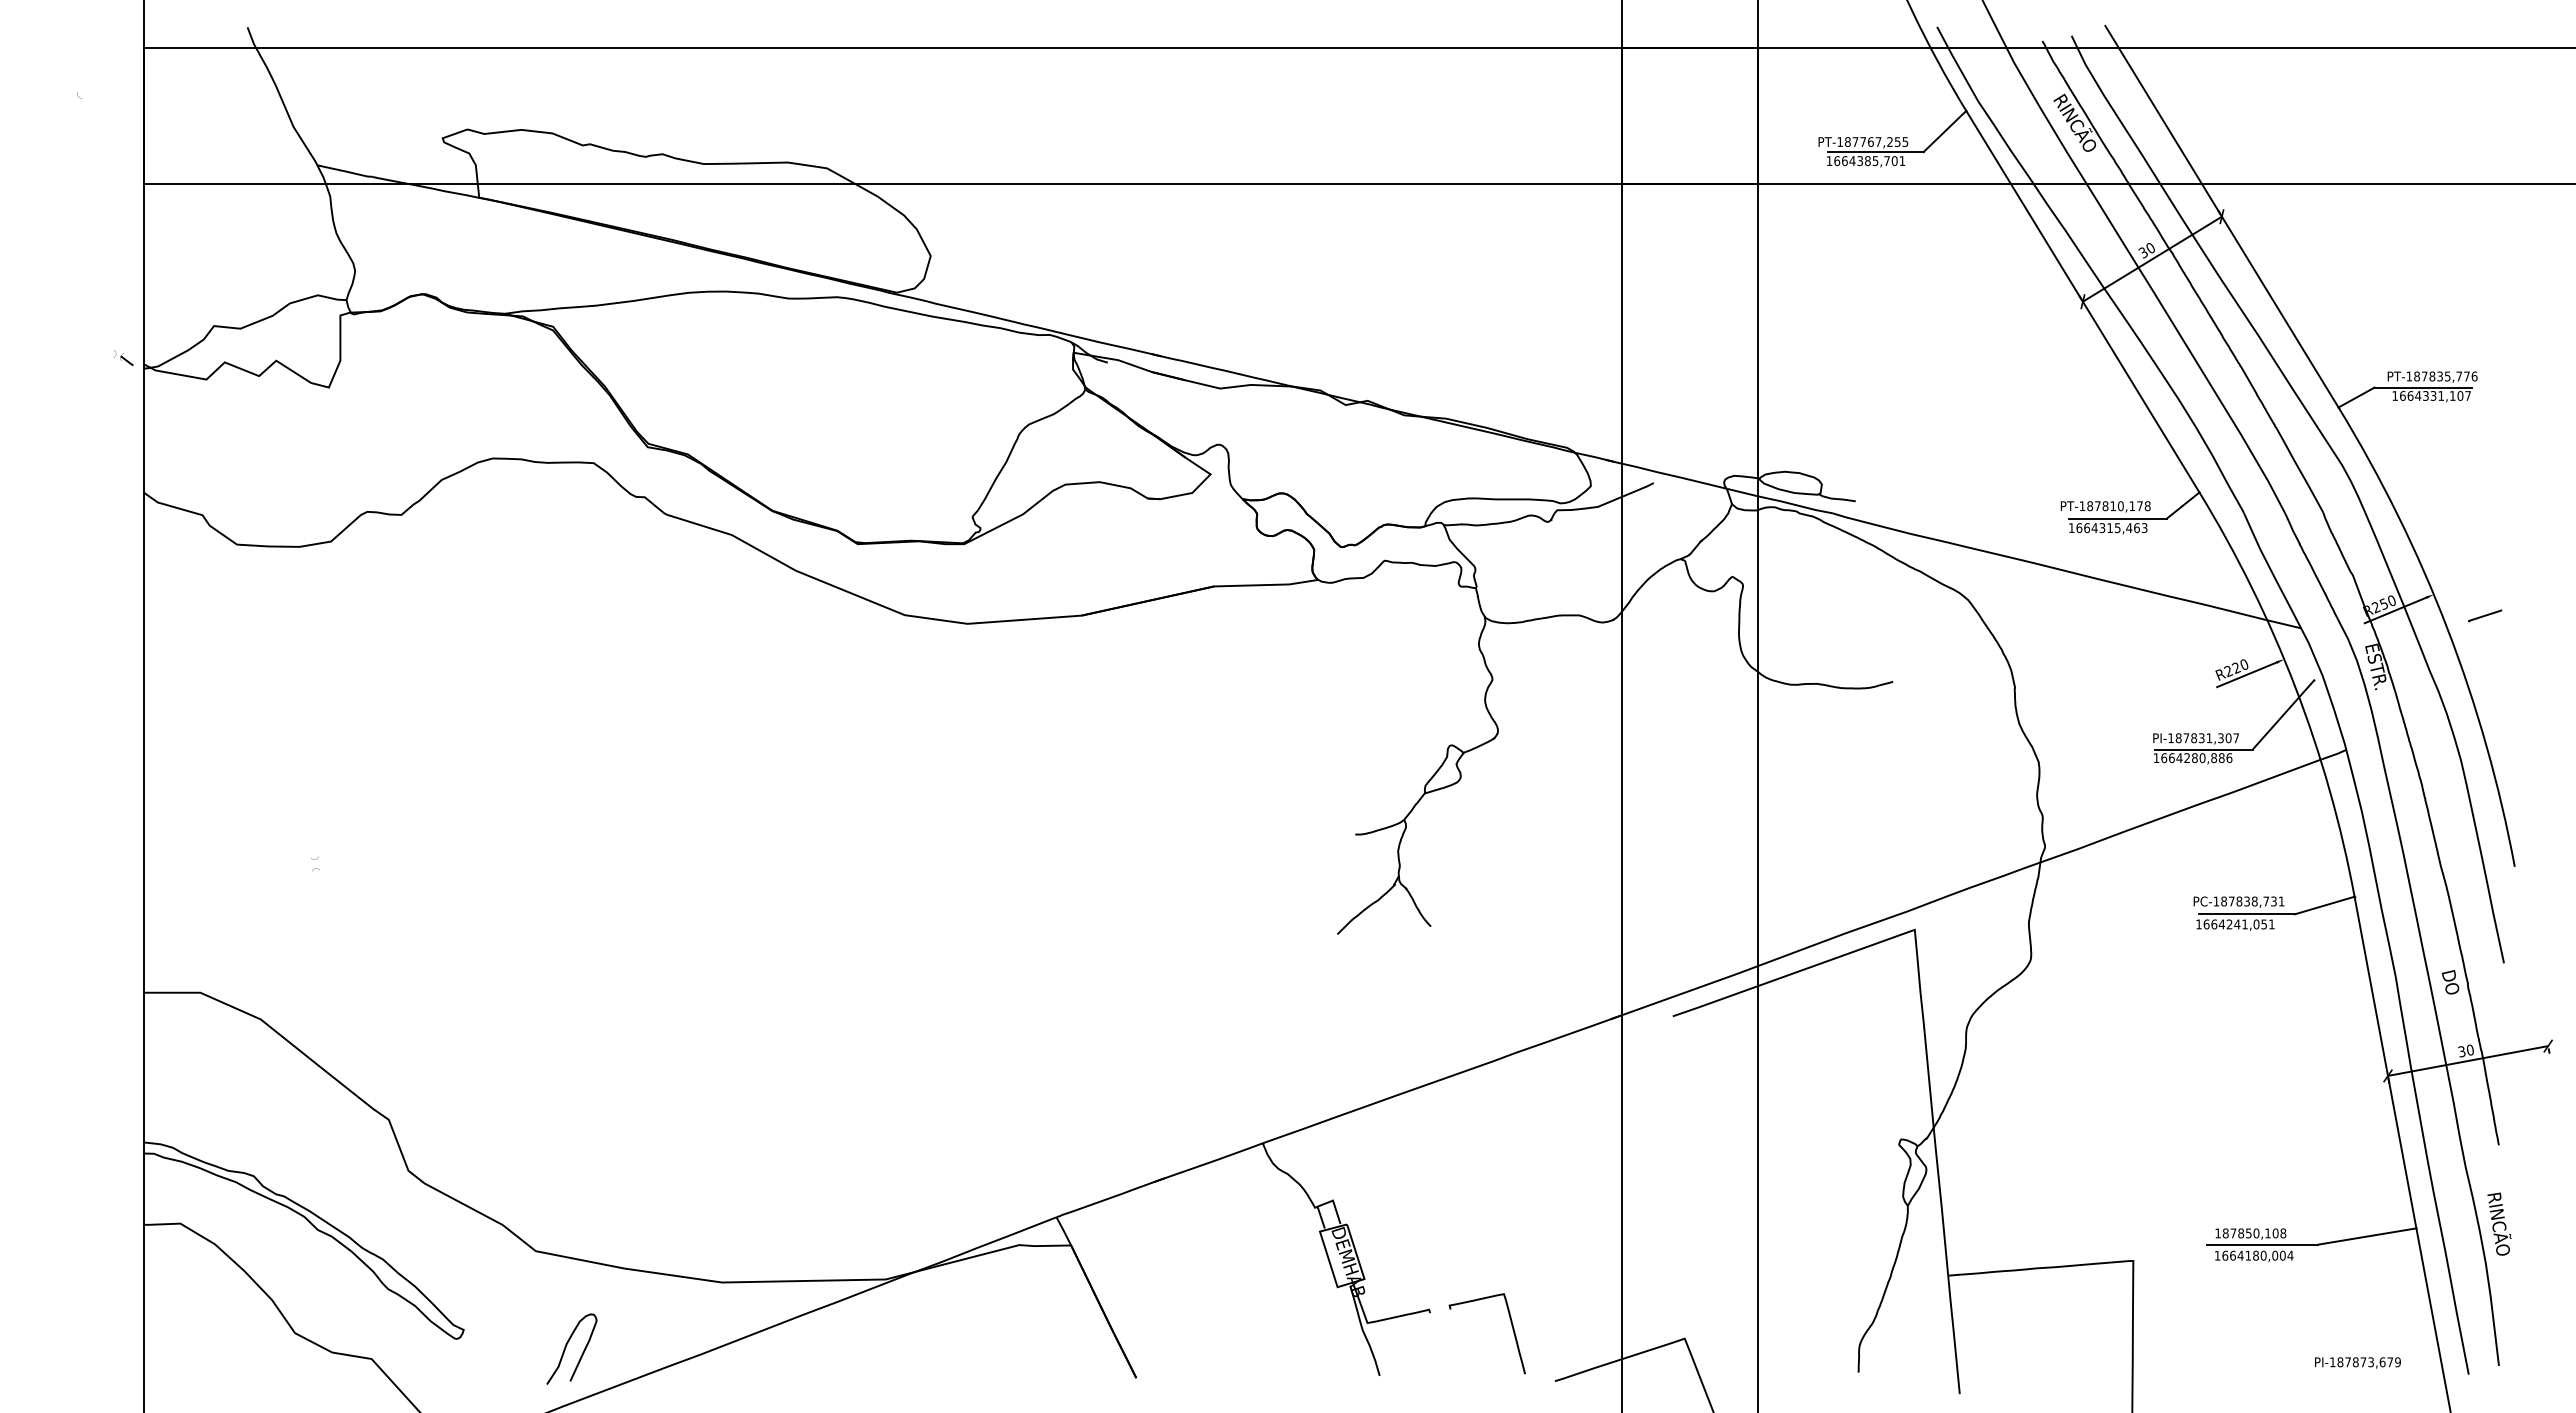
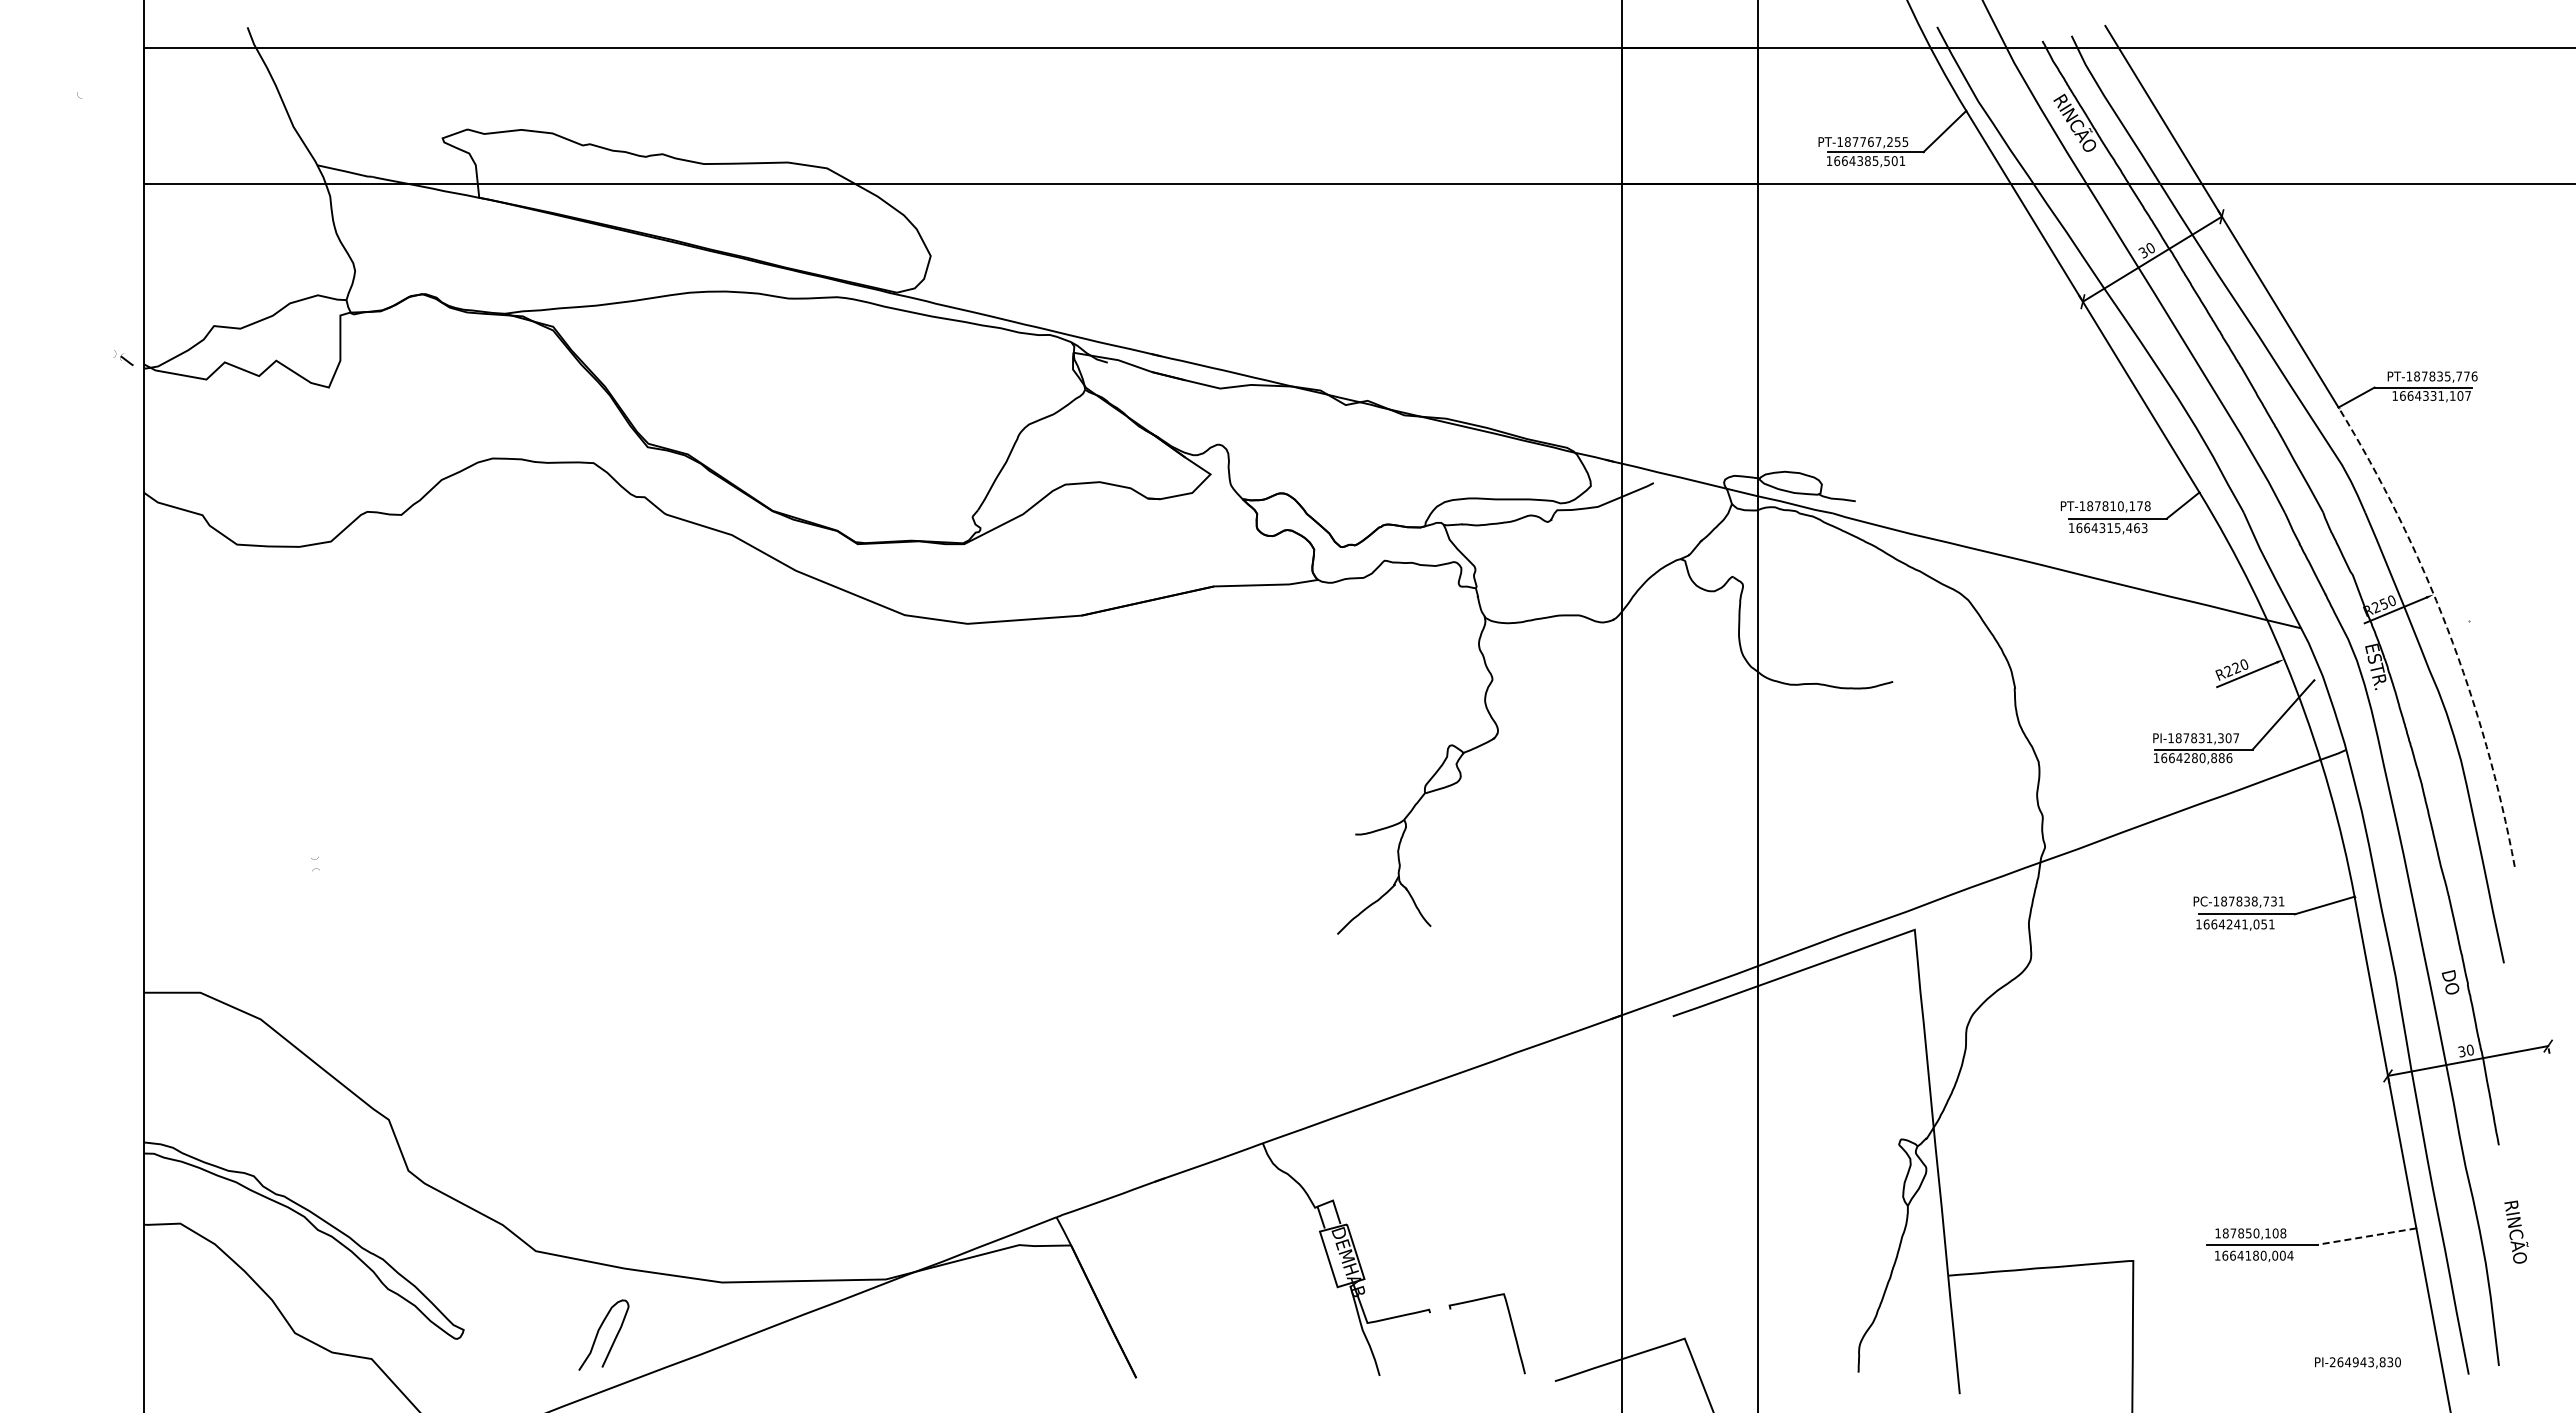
text at (1886, 161): 1664385,701 -> 1664385,501
line at (2484, 615): present -> none
arc at (2447, 629): solid -> dashed
text at (2499, 1223) position: (2499, 1223) -> (2516, 1231)
line at (2367, 1236): solid -> dashed
curve at (567, 1345) position: (567, 1345) -> (599, 1331)
text at (2364, 1362): PI-187873,679 -> PI-264943,830
